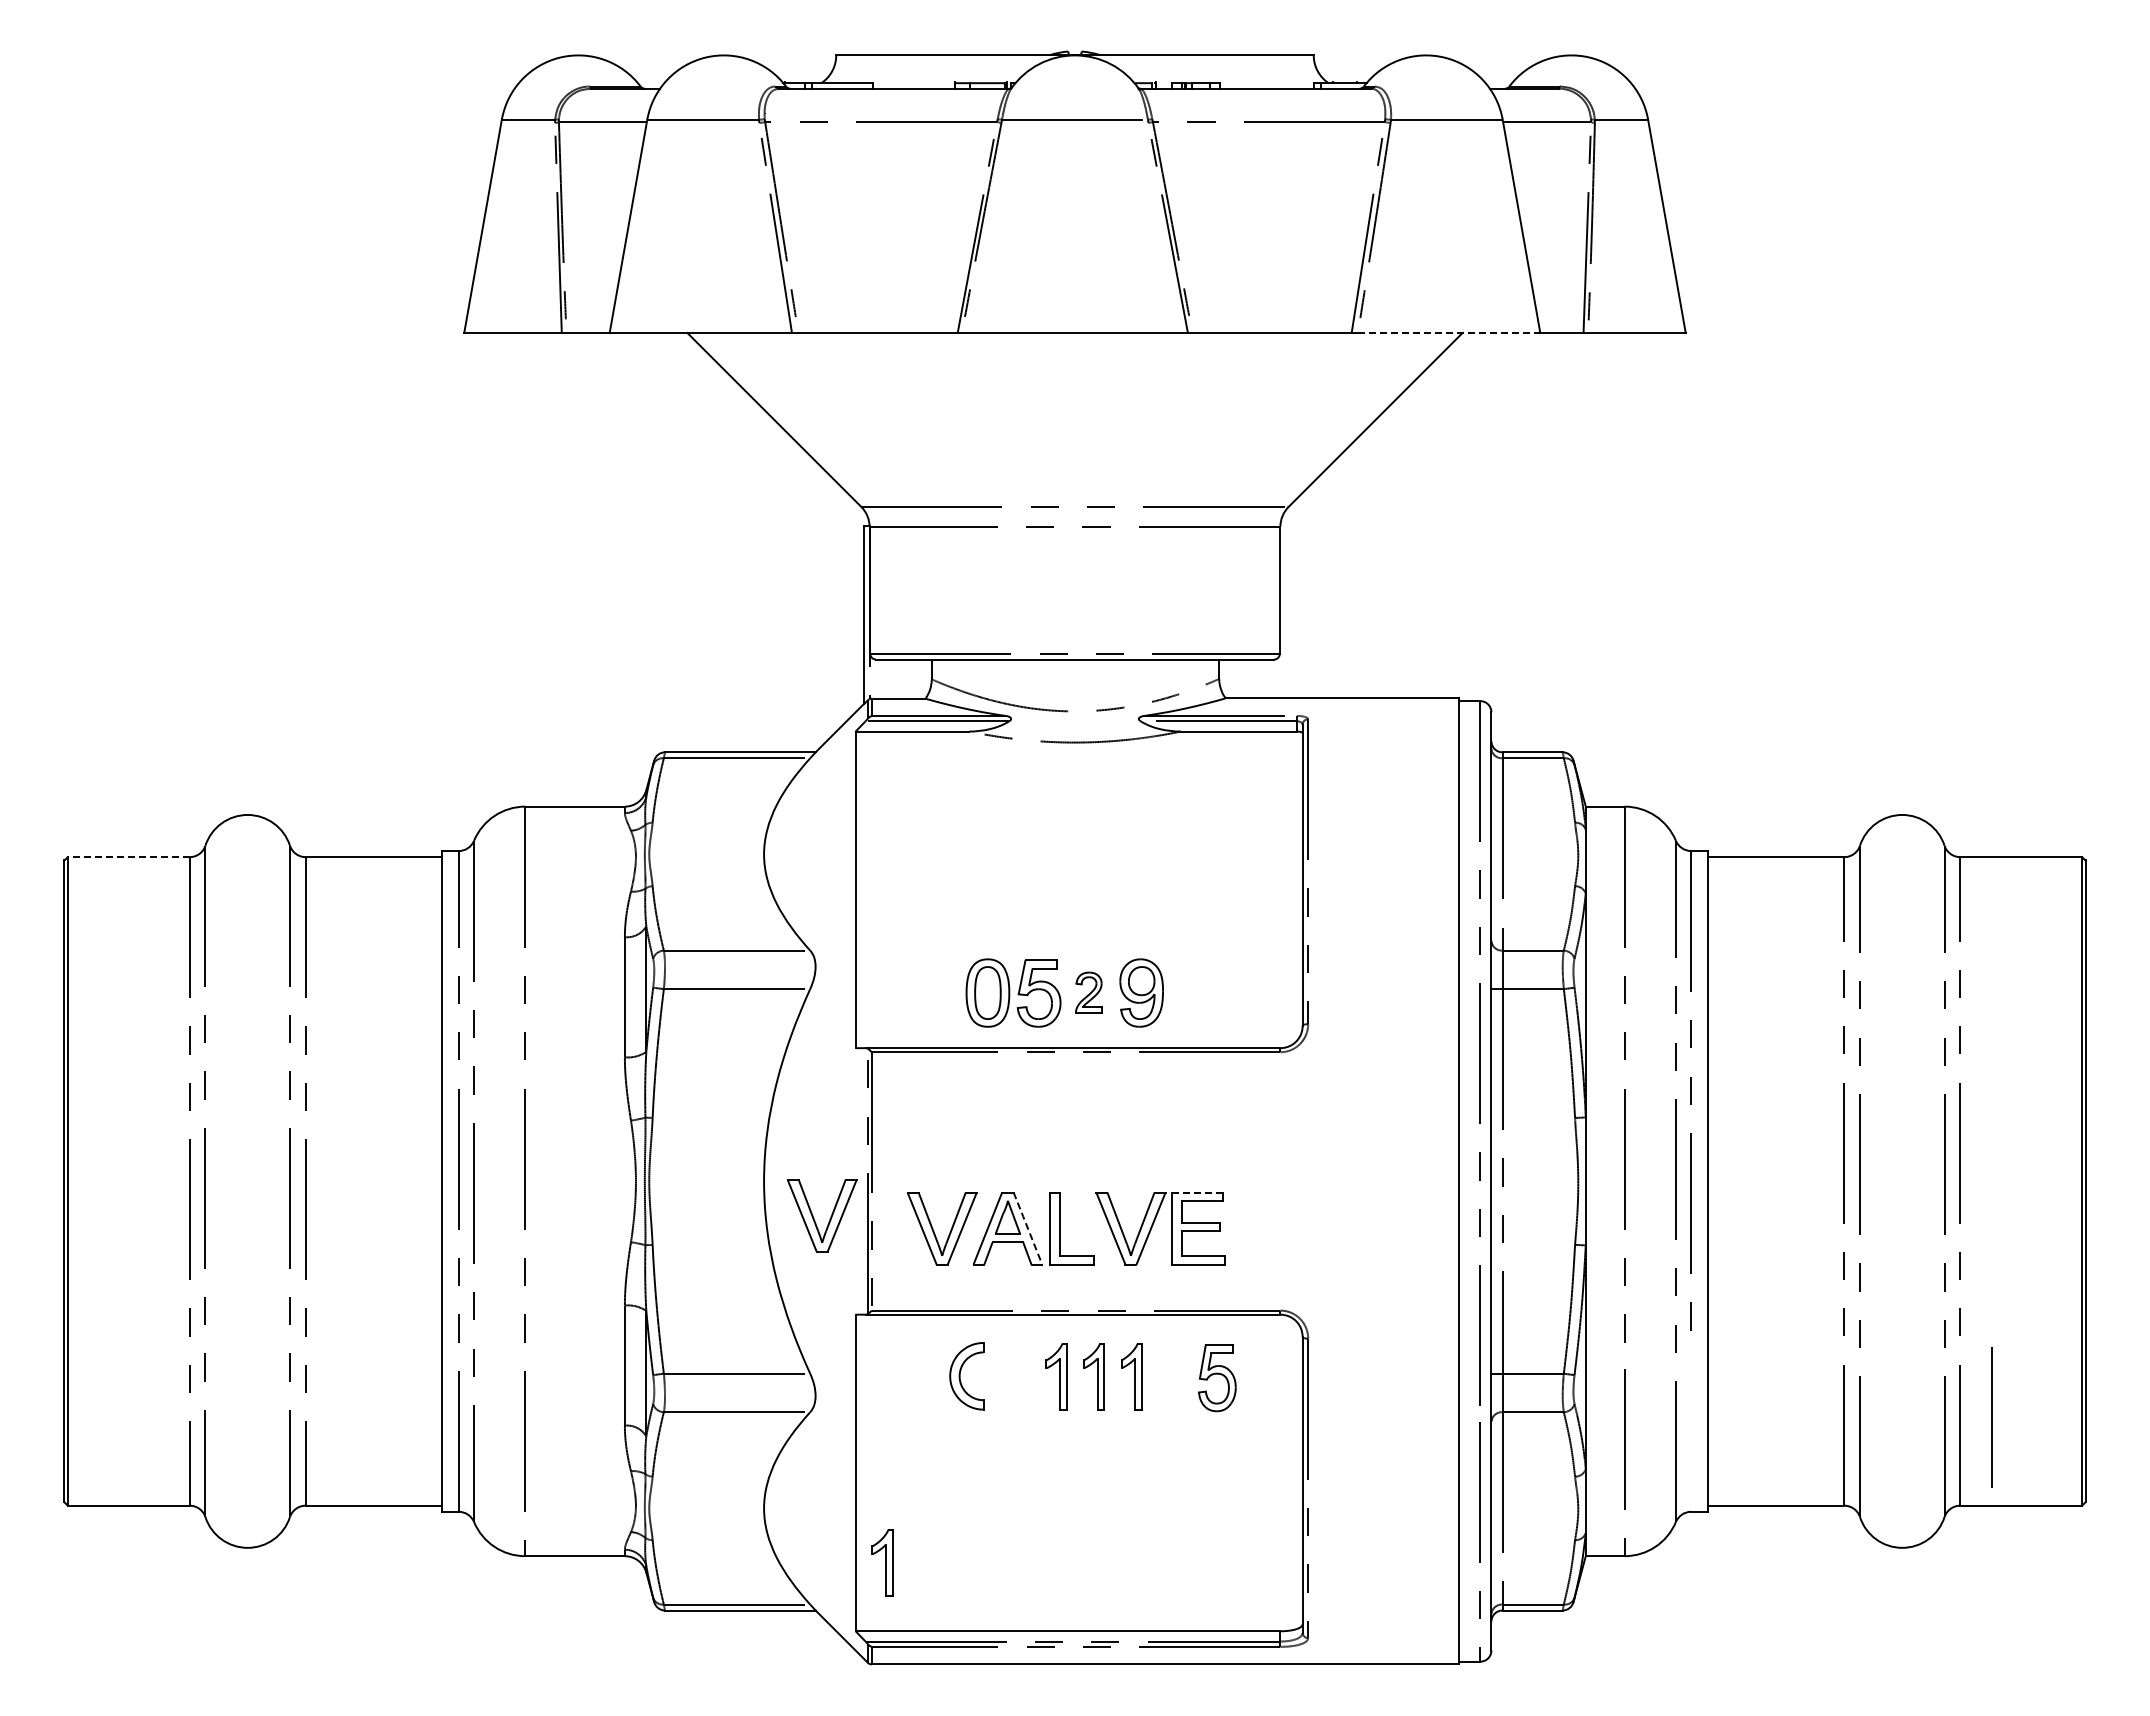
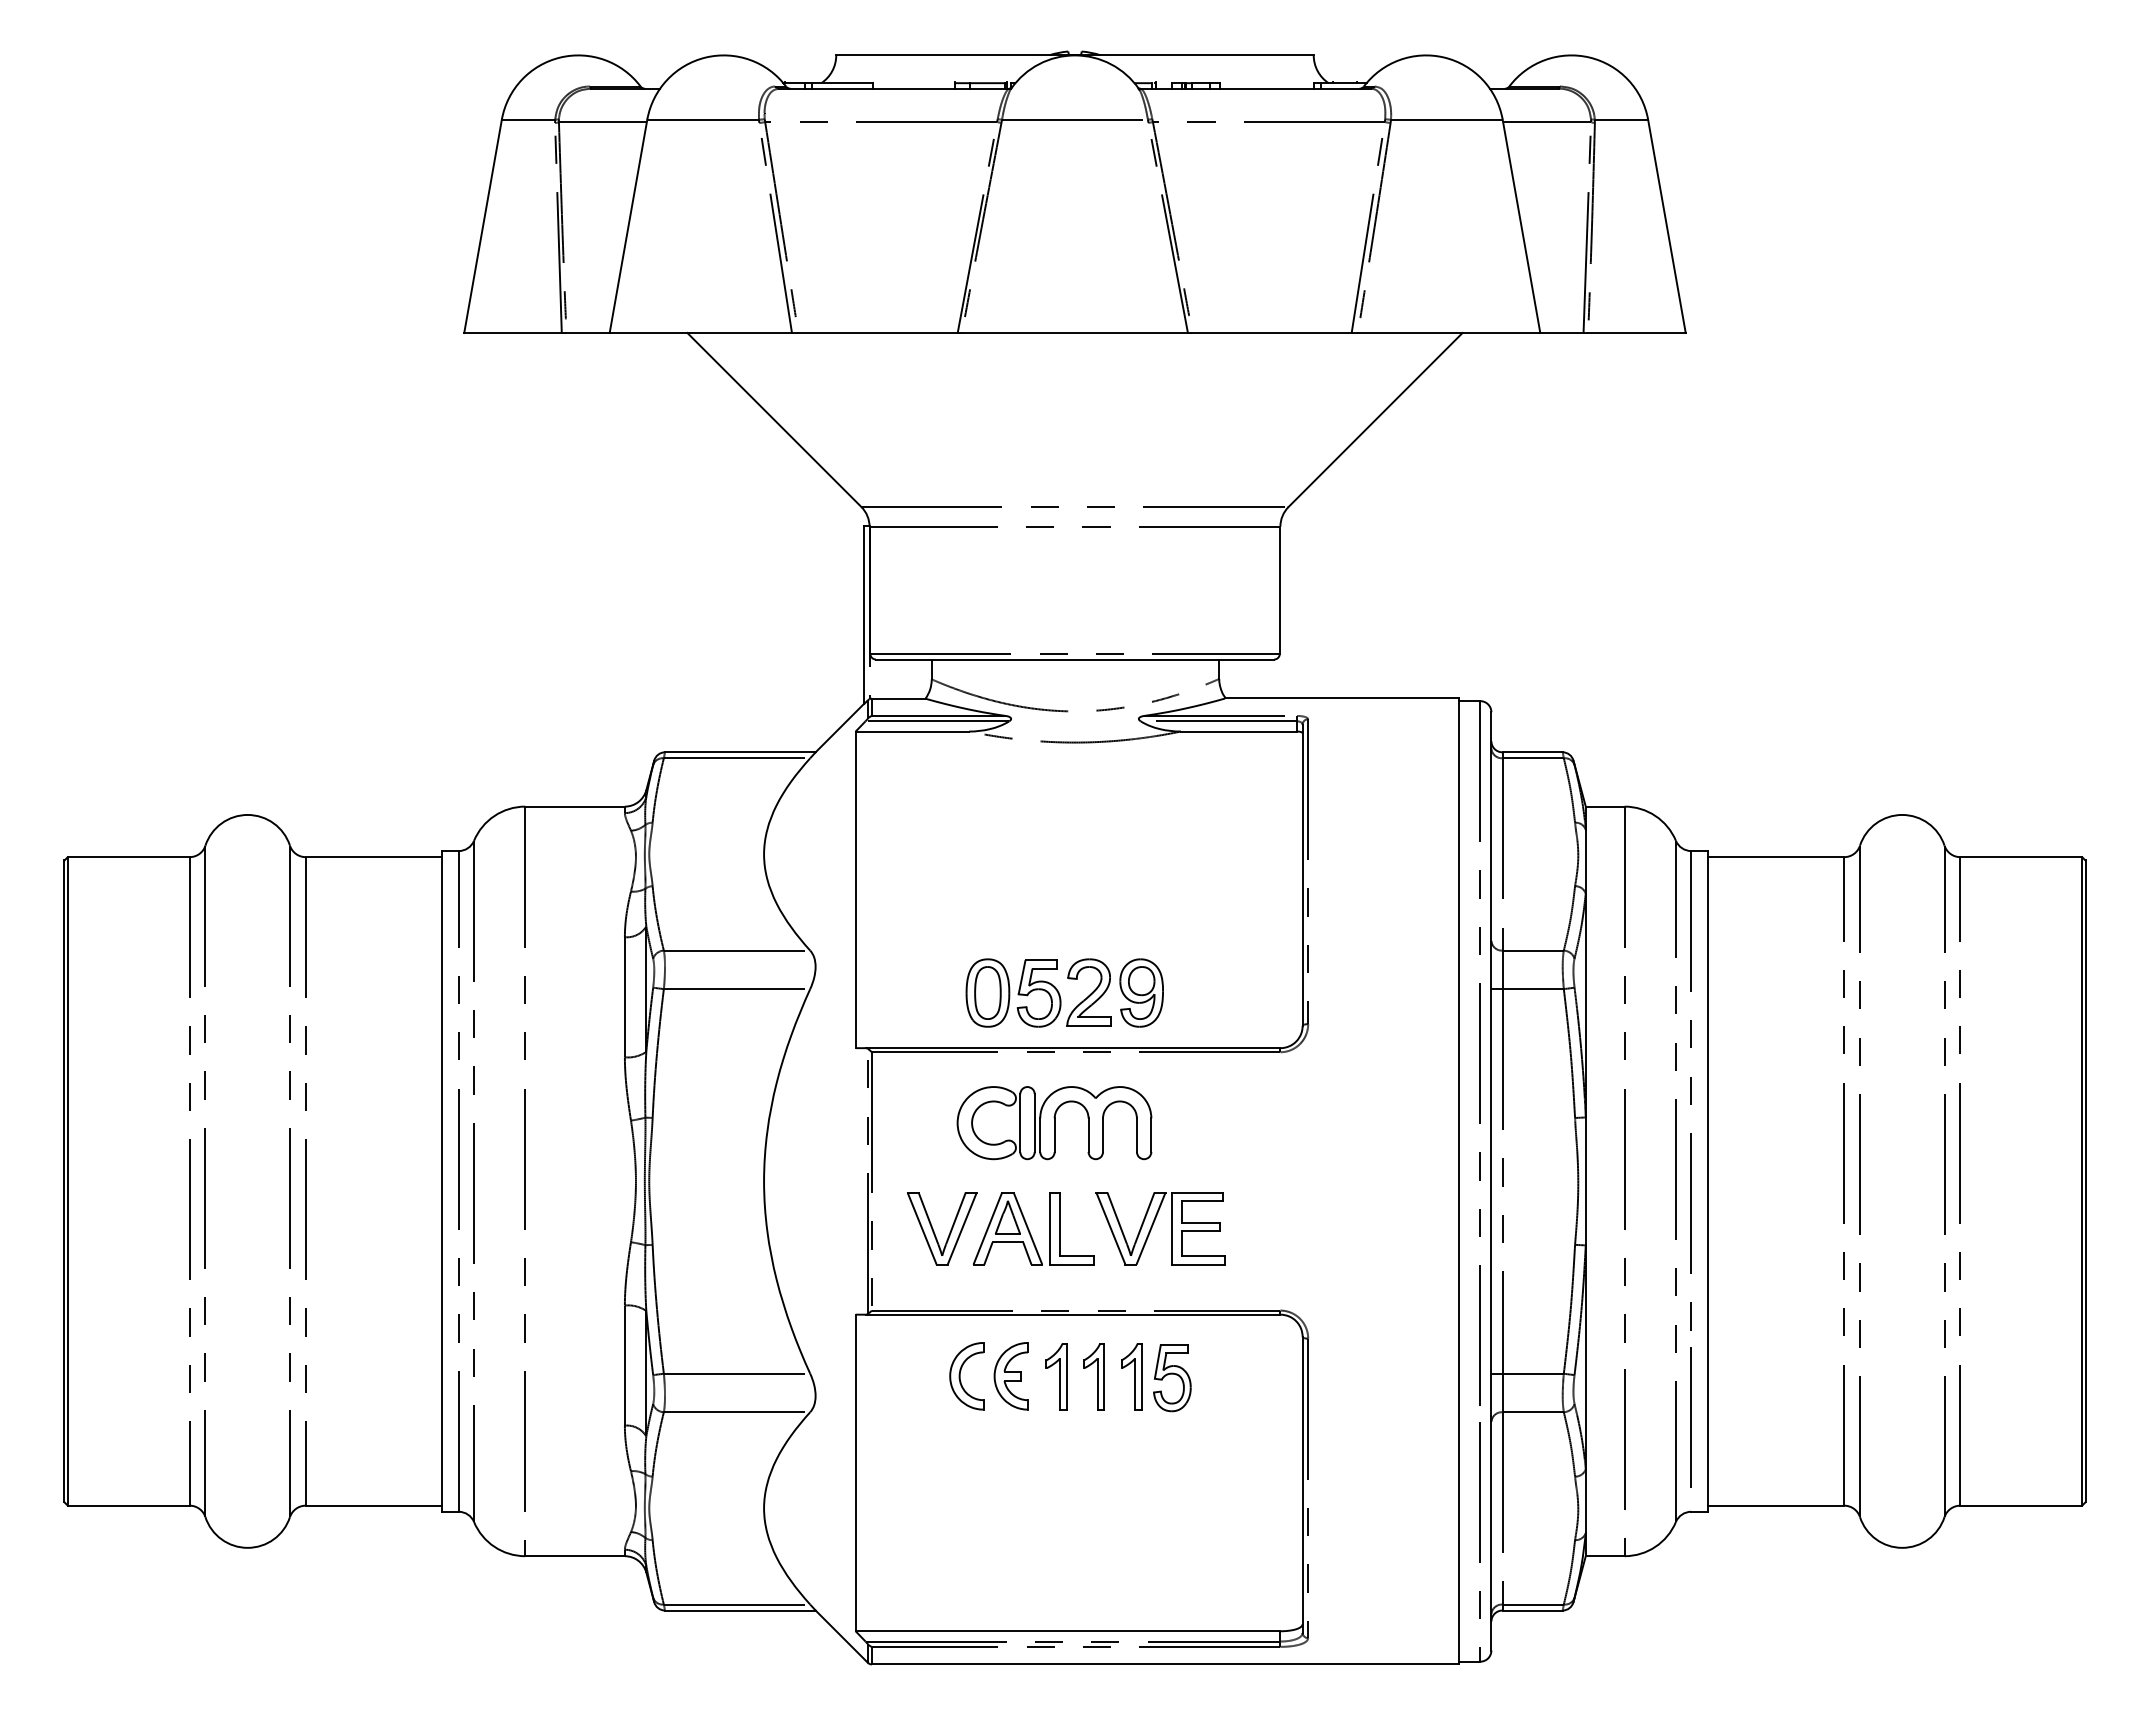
line at (1449, 333): dashed -> solid
line at (128, 857): dashed -> solid
part at (1088, 992) size: 28x43 px -> 46x69 px
part at (1054, 1123): none -> present
line at (1198, 1192): dashed -> solid
part at (830, 1216): present -> none
line at (1028, 1228): dashed -> solid
part at (1010, 1376): none -> present
part at (1217, 1378) position: (1217, 1378) -> (1172, 1378)
line at (1991, 1417) position: (1991, 1417) -> (1690, 1417)
part at (882, 1562): present -> none
